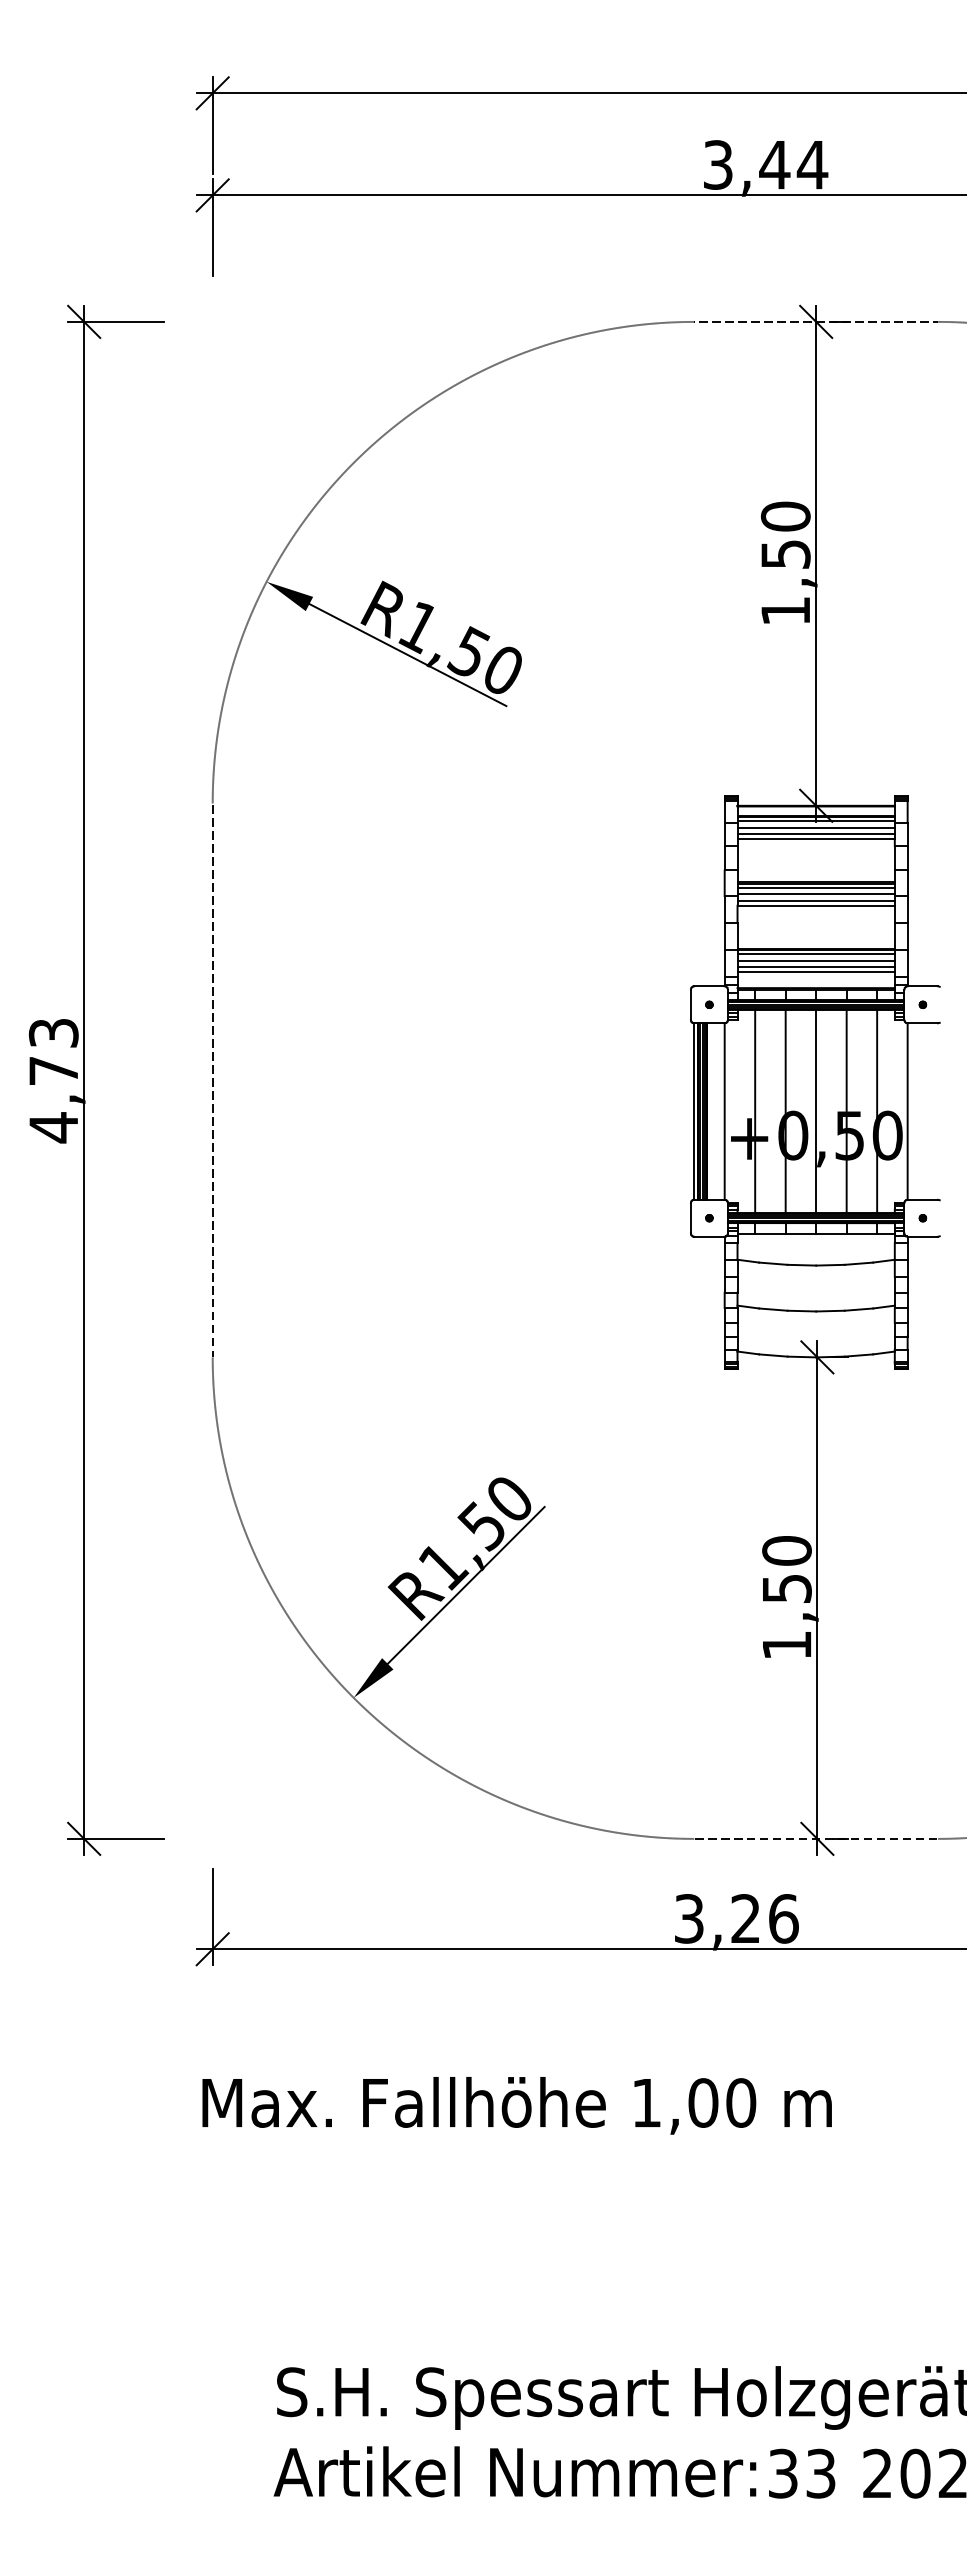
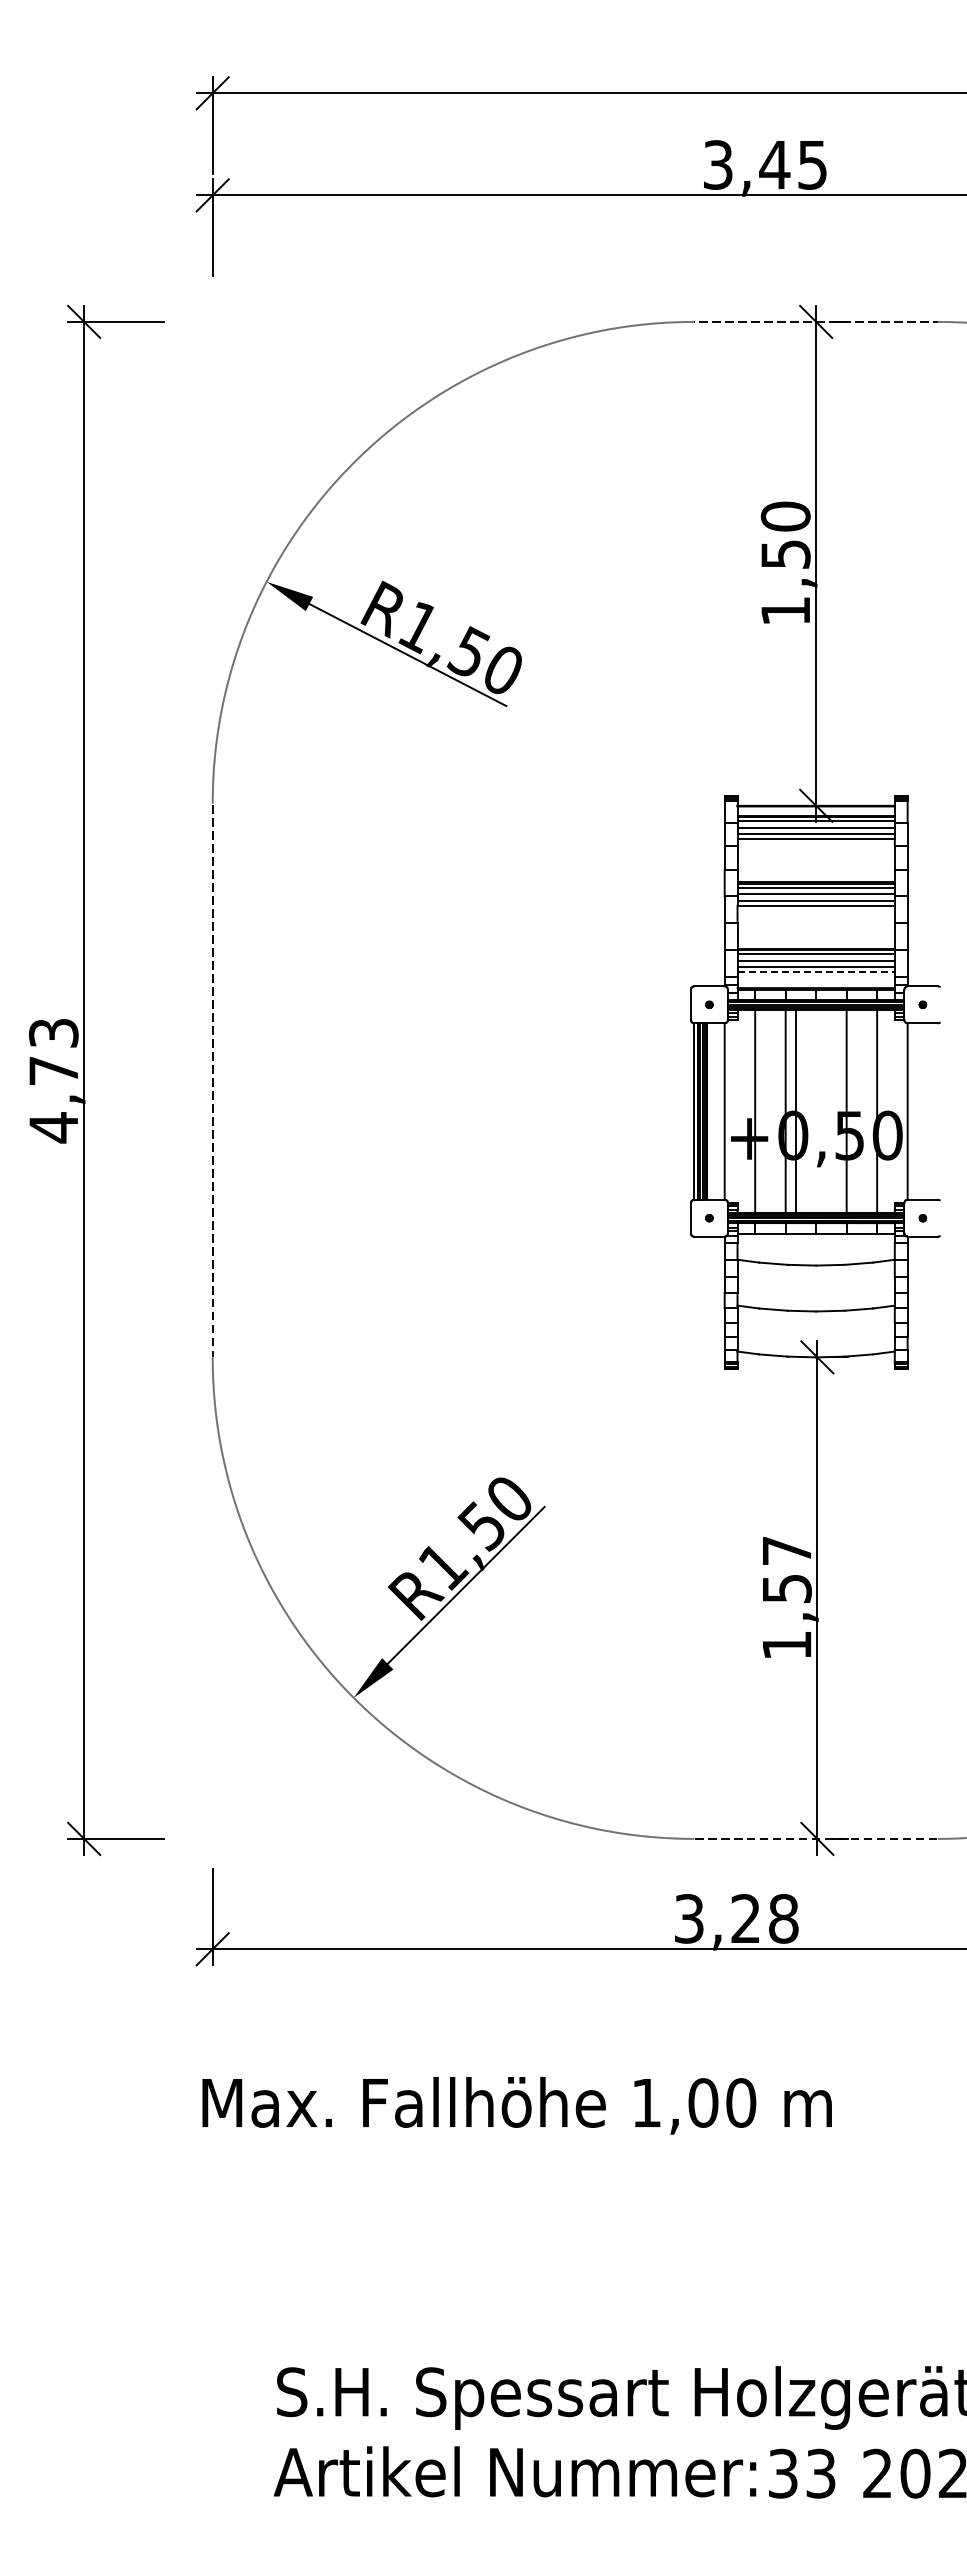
text at (812, 165): 3,44 -> 3,45
line at (816, 972): solid -> dashed
line at (816, 1111) position: (816, 1111) -> (796, 1111)
text at (786, 1550): 1,50 -> 1,57
text at (783, 1918): 3,26 -> 3,28
